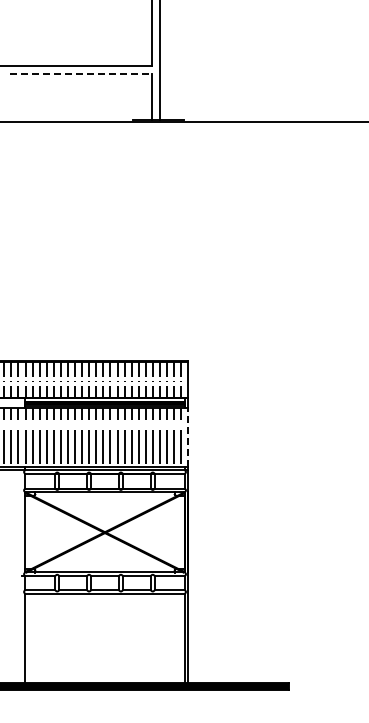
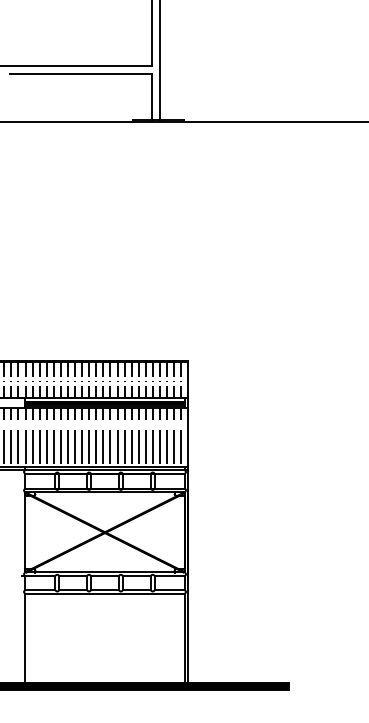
line at (81, 73): dashed -> solid
line at (188, 437): dashed -> solid
